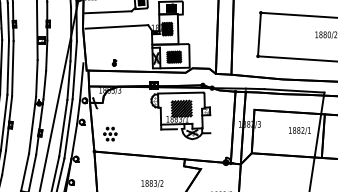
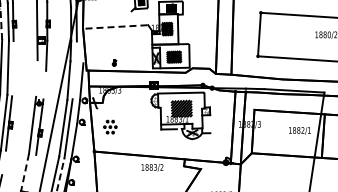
line at (108, 12): present -> none
line at (1, 21): solid -> dashed
line at (117, 26): solid -> dashed
line at (12, 68): present -> none
line at (74, 70): present -> none
line at (36, 78): present -> none
line at (44, 84): present -> none
part at (110, 133) position: (110, 133) -> (110, 126)
line at (4, 162): present -> none
line at (32, 171): present -> none
line at (24, 173): solid -> dashed
line at (60, 174): solid -> dashed
text at (152, 183) position: (152, 183) -> (152, 167)
